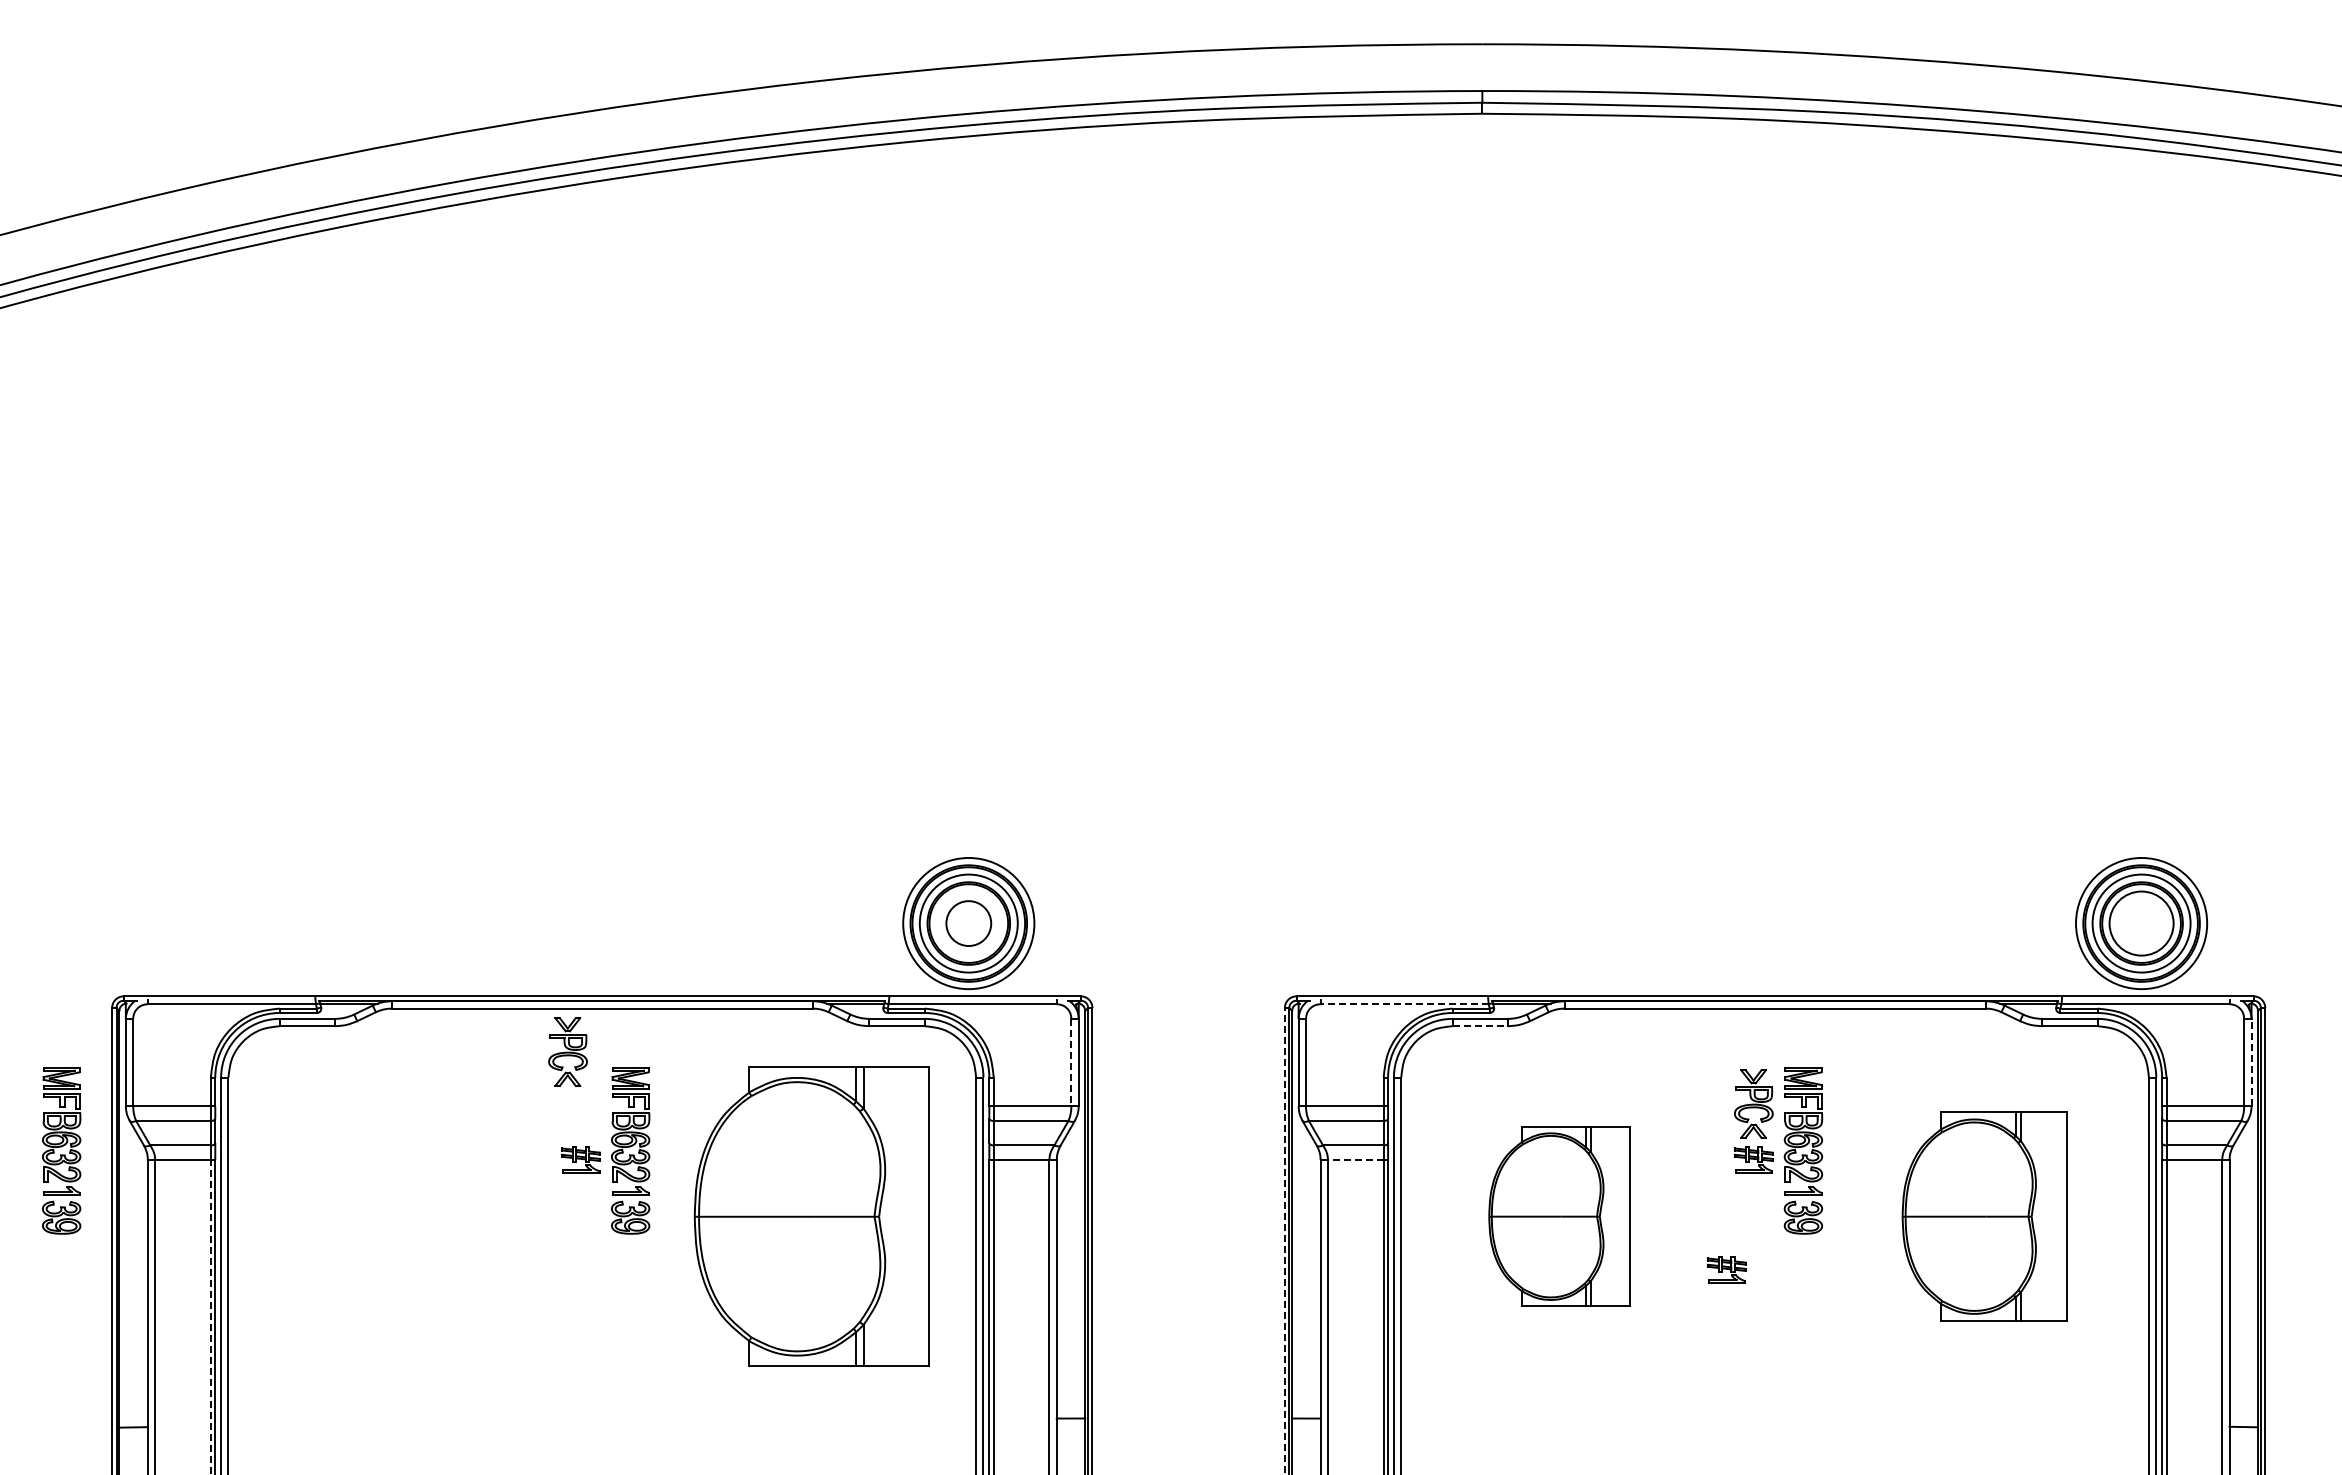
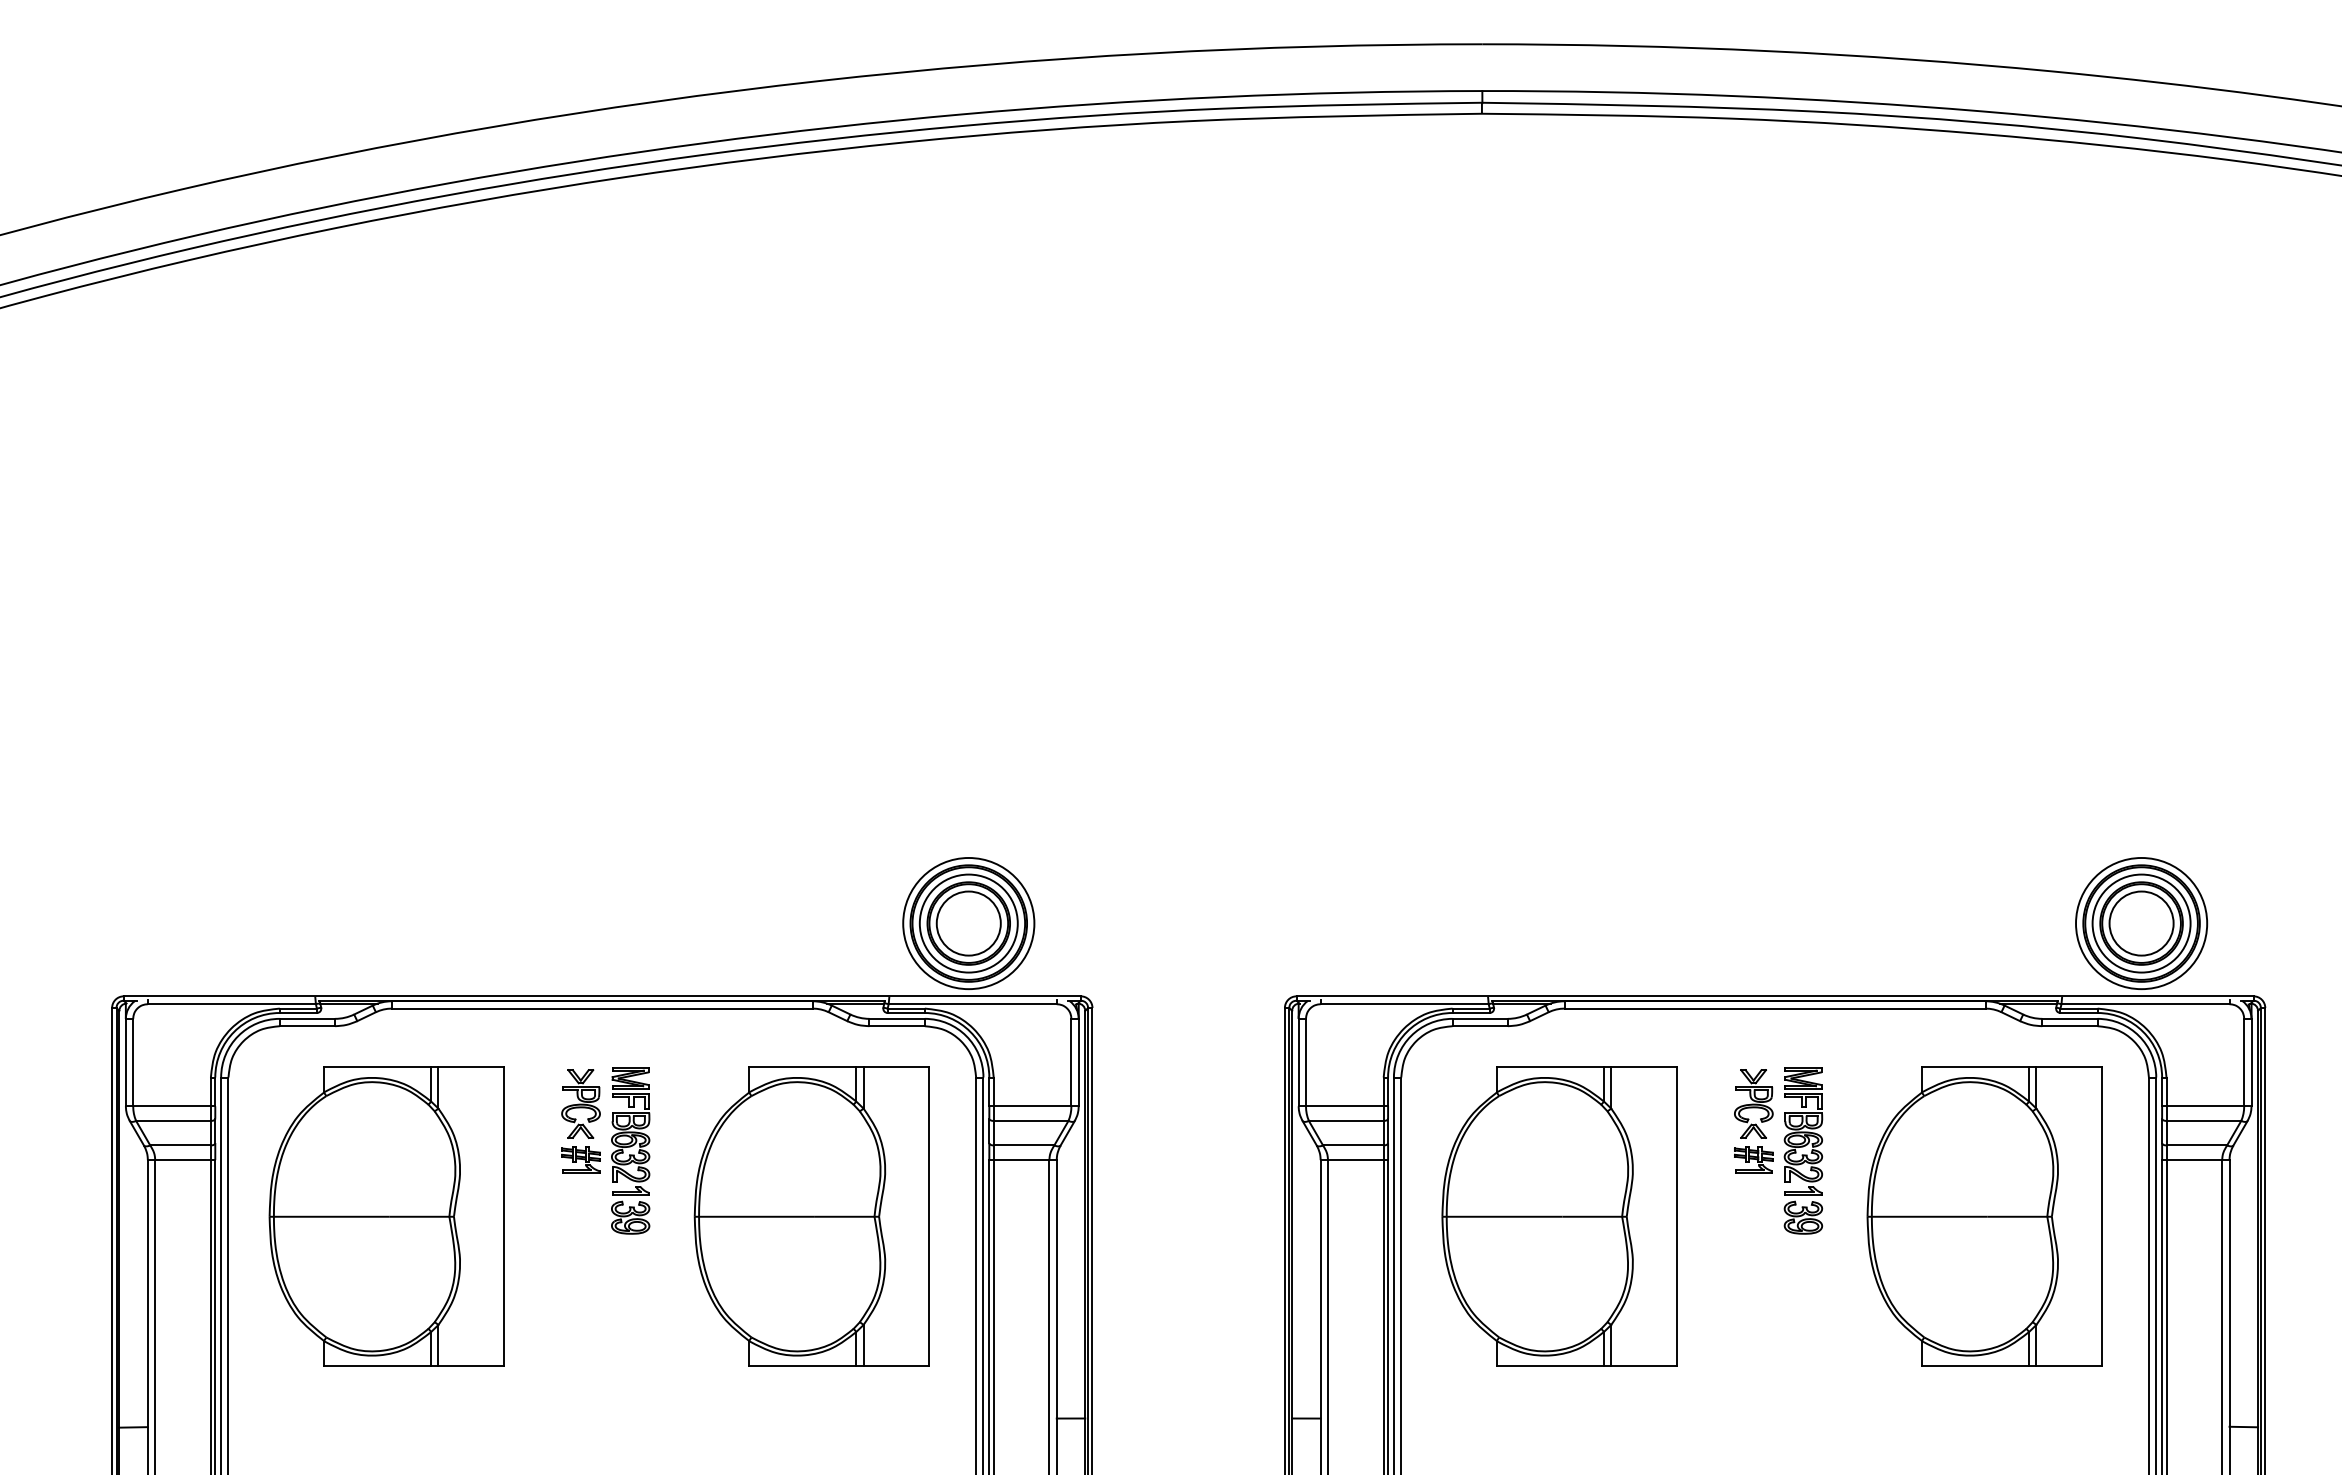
circle at (968, 923) diameter: 45 px -> 64 px
line at (1404, 1004): dashed -> solid
line at (1480, 1026): dashed -> solid
part at (567, 1051) position: (567, 1051) -> (580, 1103)
line at (1071, 1062): dashed -> solid
line at (2251, 1062): dashed -> solid
part at (61, 1150): present -> none
line at (1355, 1160): dashed -> solid
part at (386, 1216): none -> present
part at (1559, 1216) size: 143x181 px -> 237x301 px
part at (1984, 1216) size: 167x211 px -> 237x301 px
line at (1284, 1240): dashed -> solid
part at (1726, 1269): present -> none
line at (210, 1317): dashed -> solid
